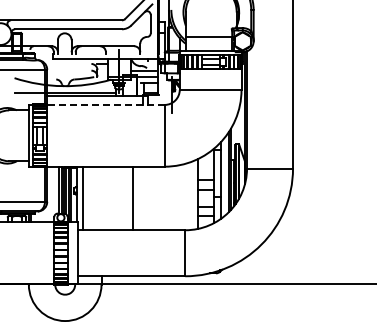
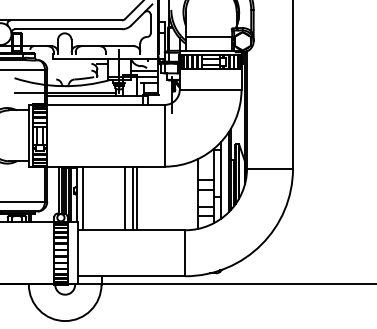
line at (105, 104): dashed -> solid
line at (125, 198): none -> present
line at (136, 198): none -> present
